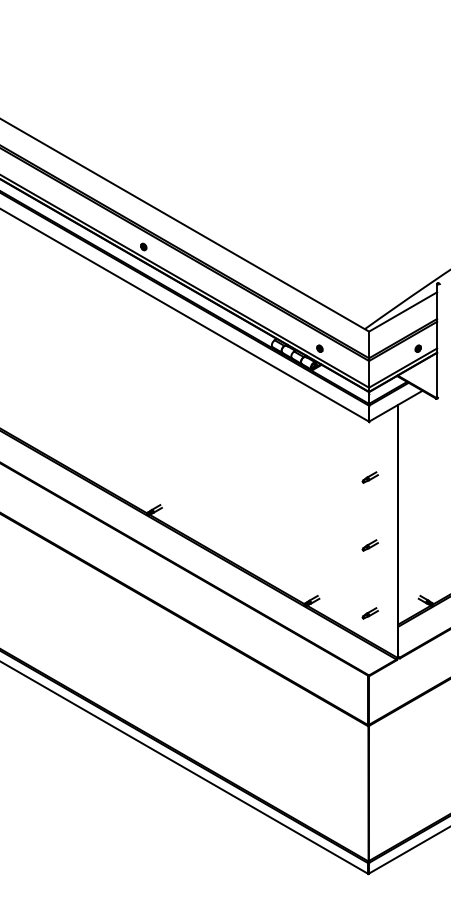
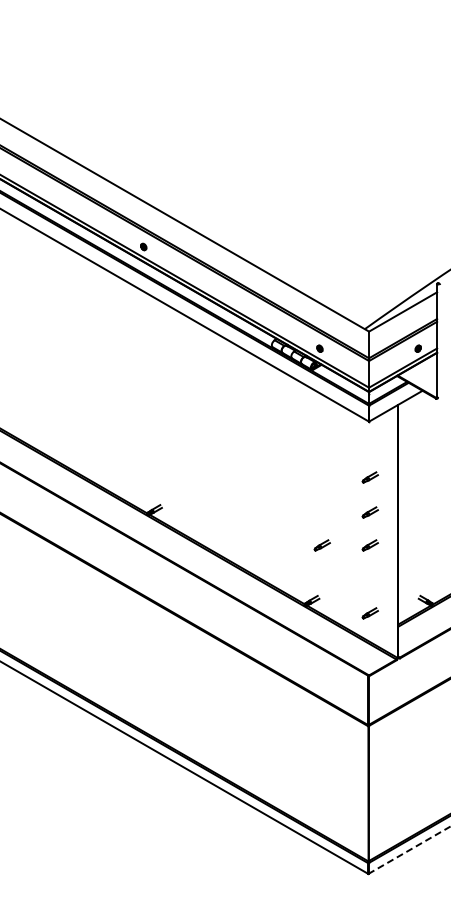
part at (369, 512): none -> present
part at (321, 545): none -> present
line at (409, 850): solid -> dashed
